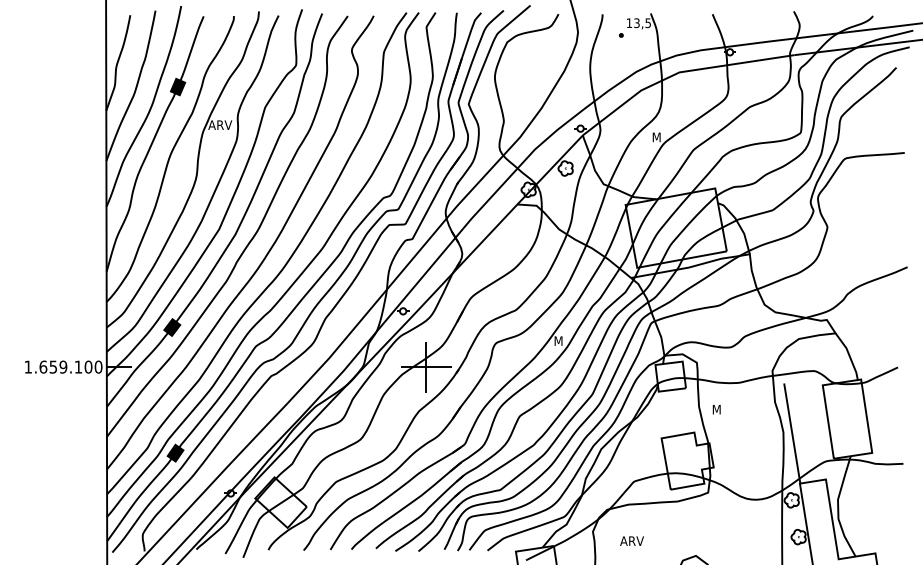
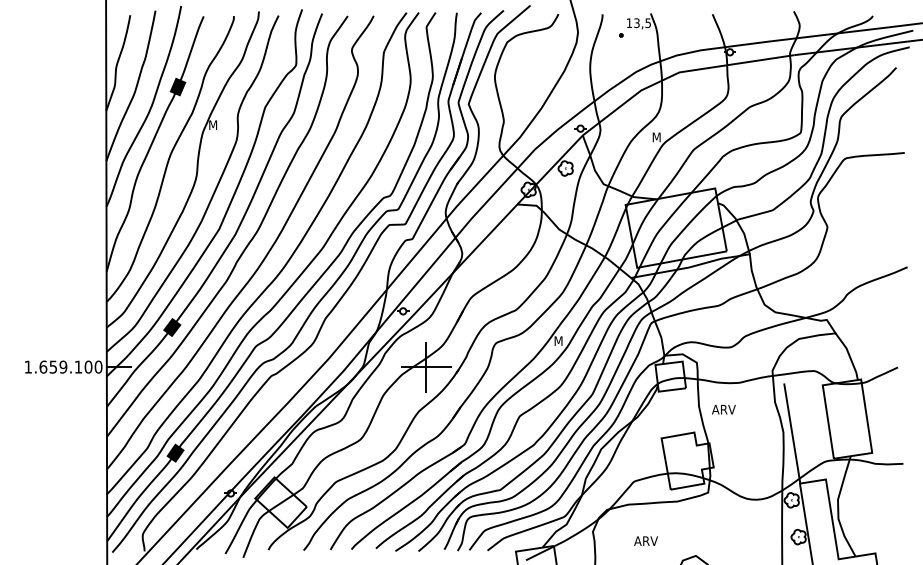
text at (220, 124): ARV -> M
text at (723, 409): M -> ARV
text at (631, 540) position: (631, 540) -> (645, 540)
